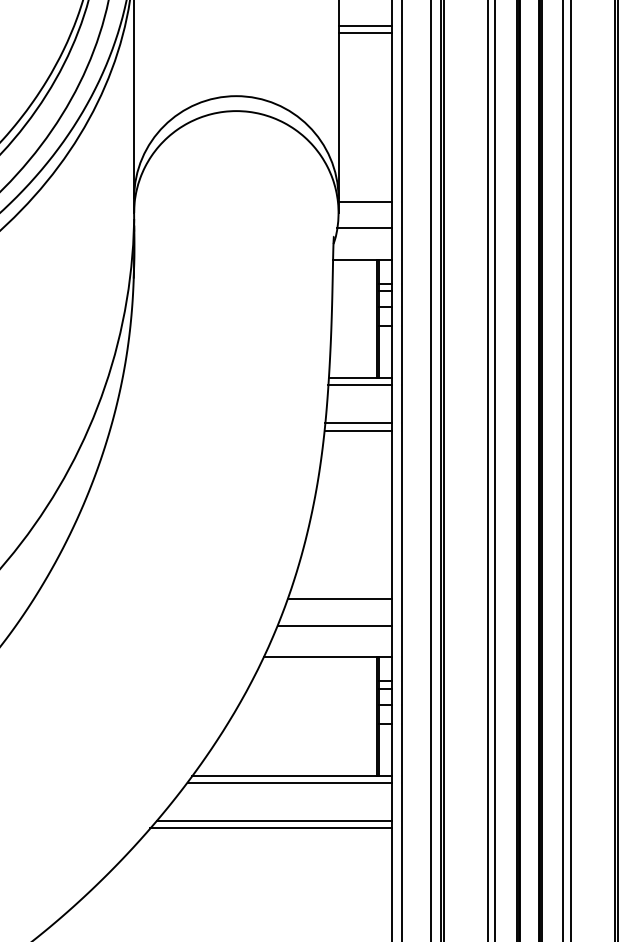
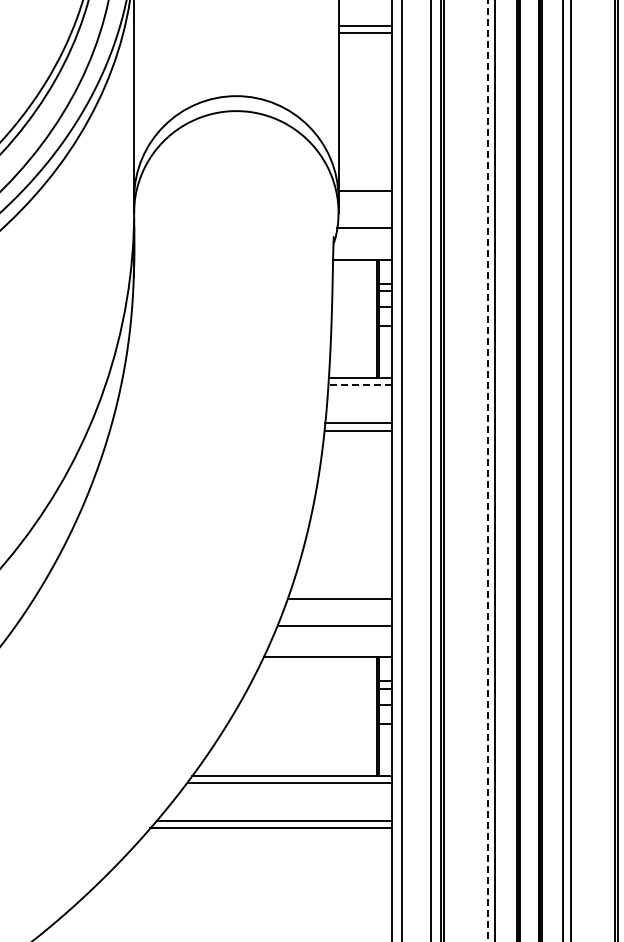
line at (365, 201) position: (365, 201) -> (365, 190)
line at (360, 385): solid -> dashed
line at (487, 471): solid -> dashed
